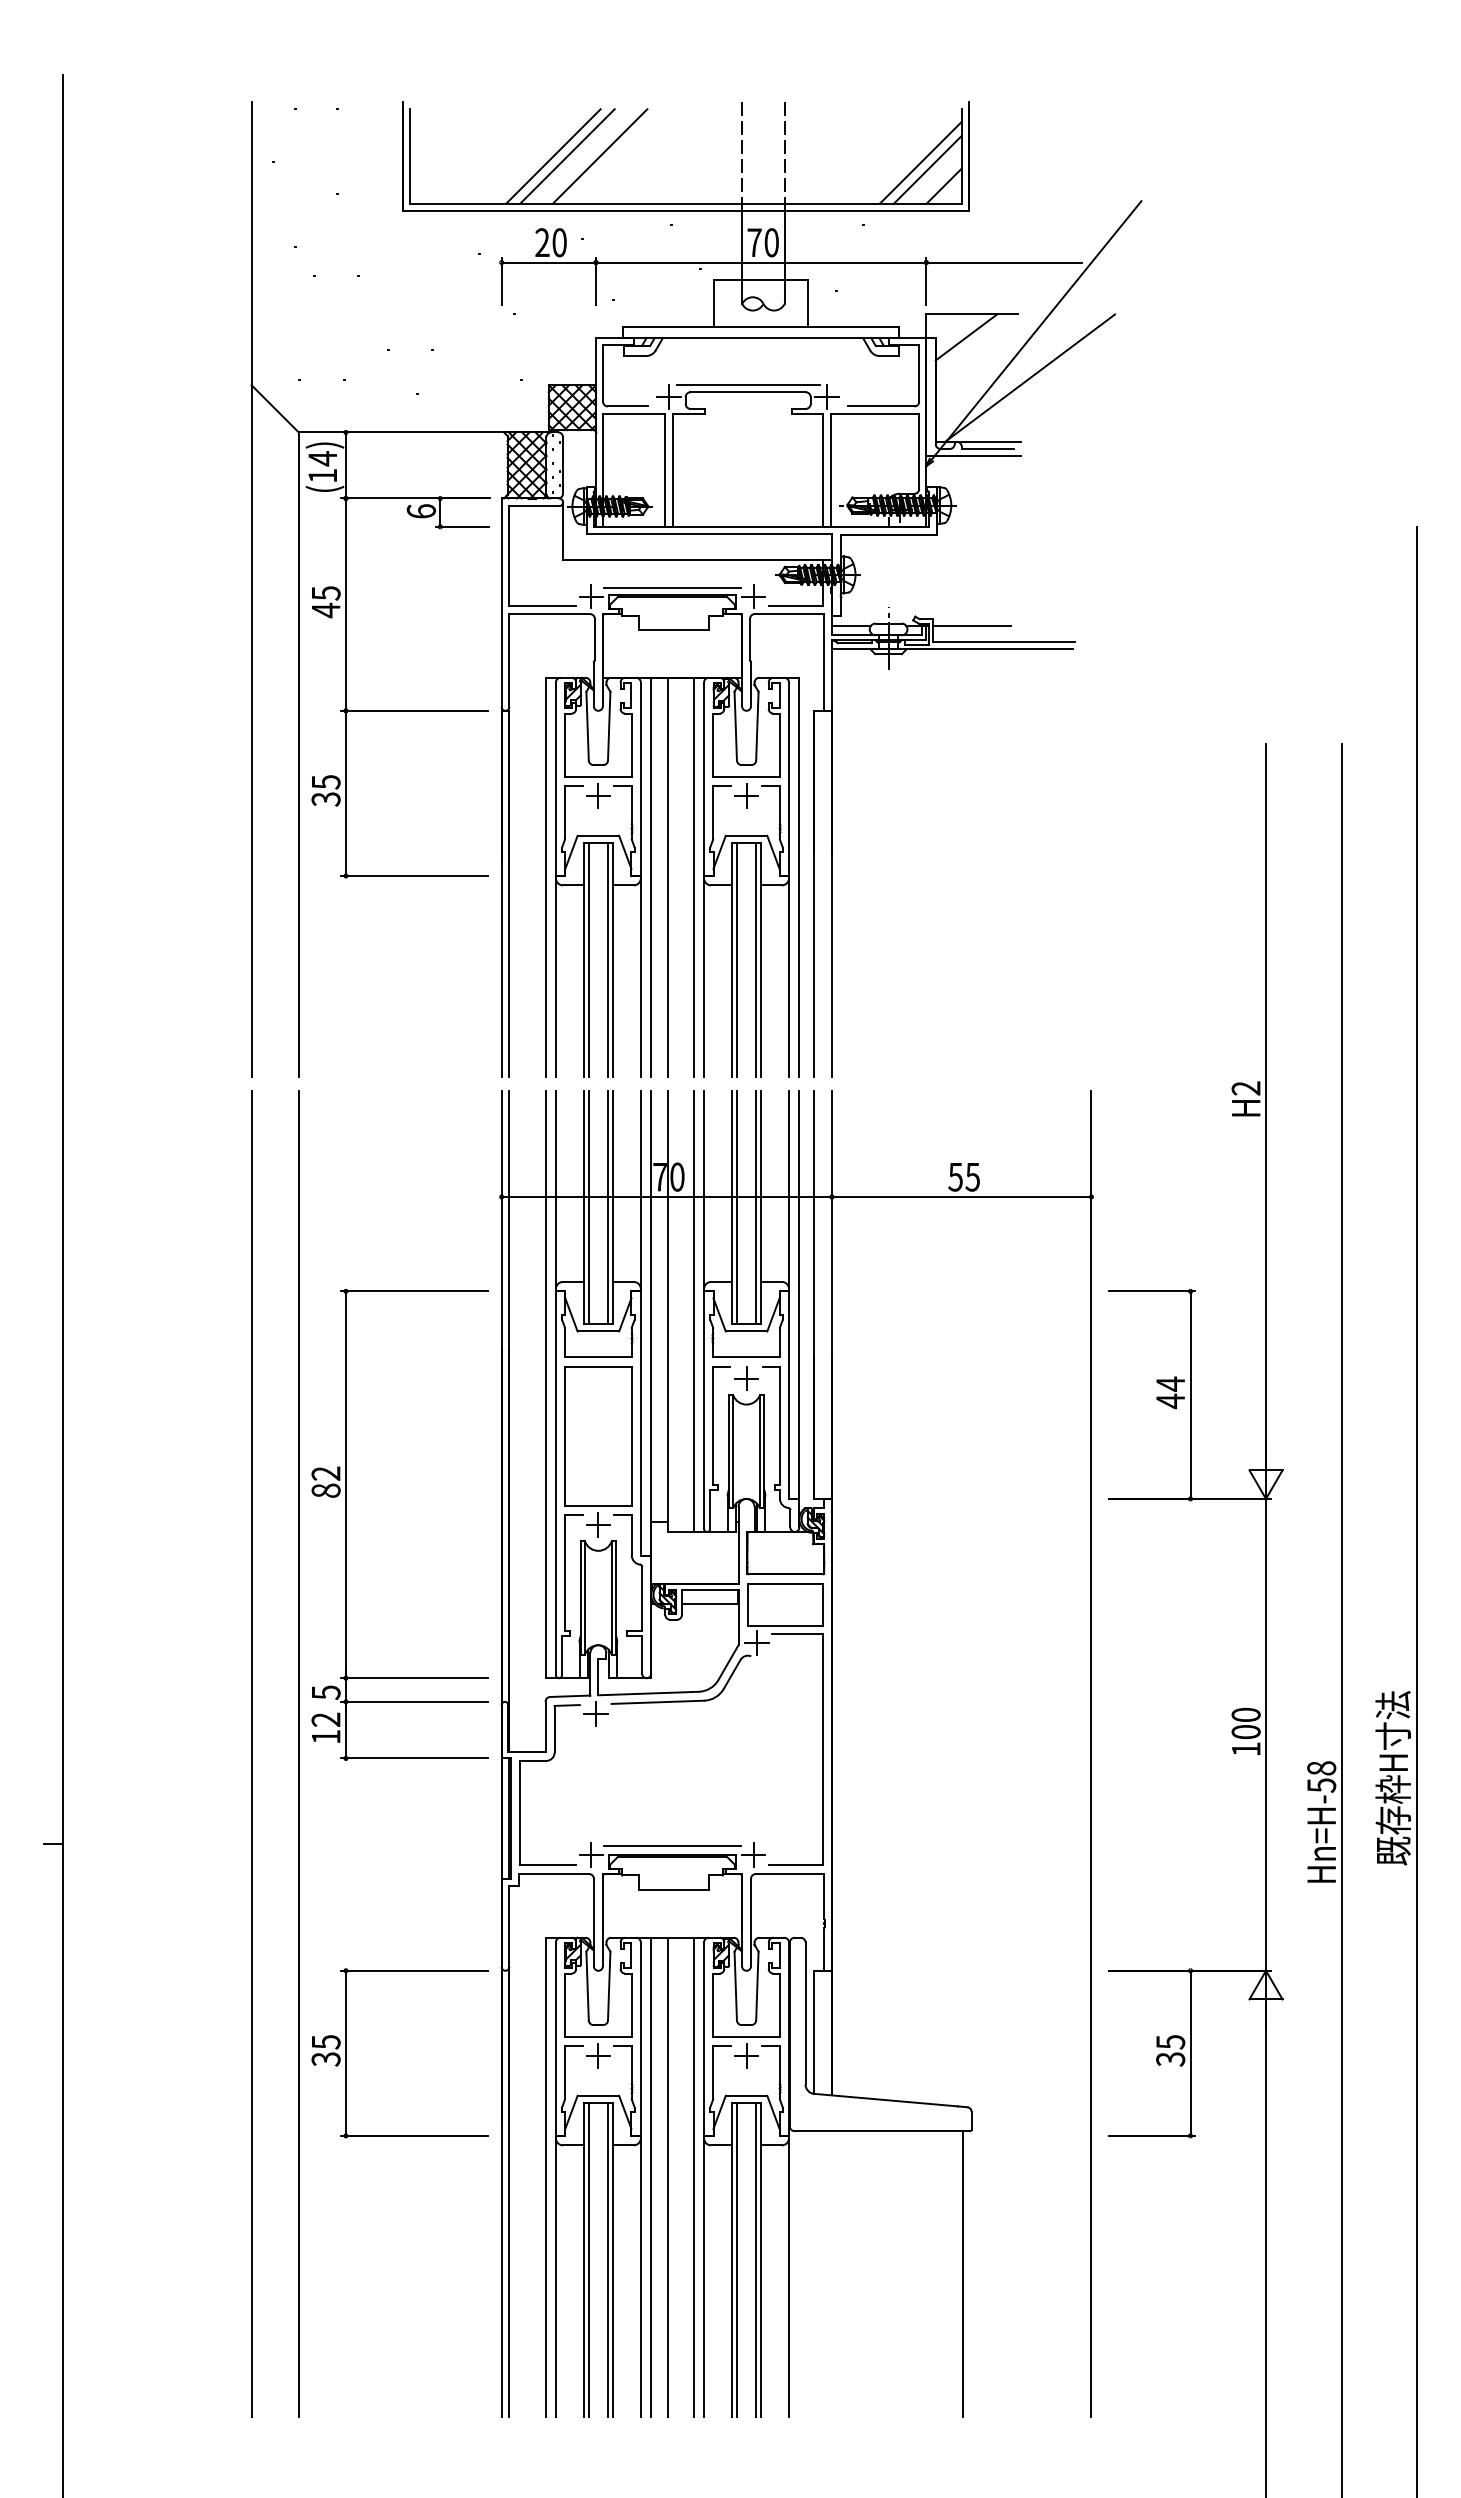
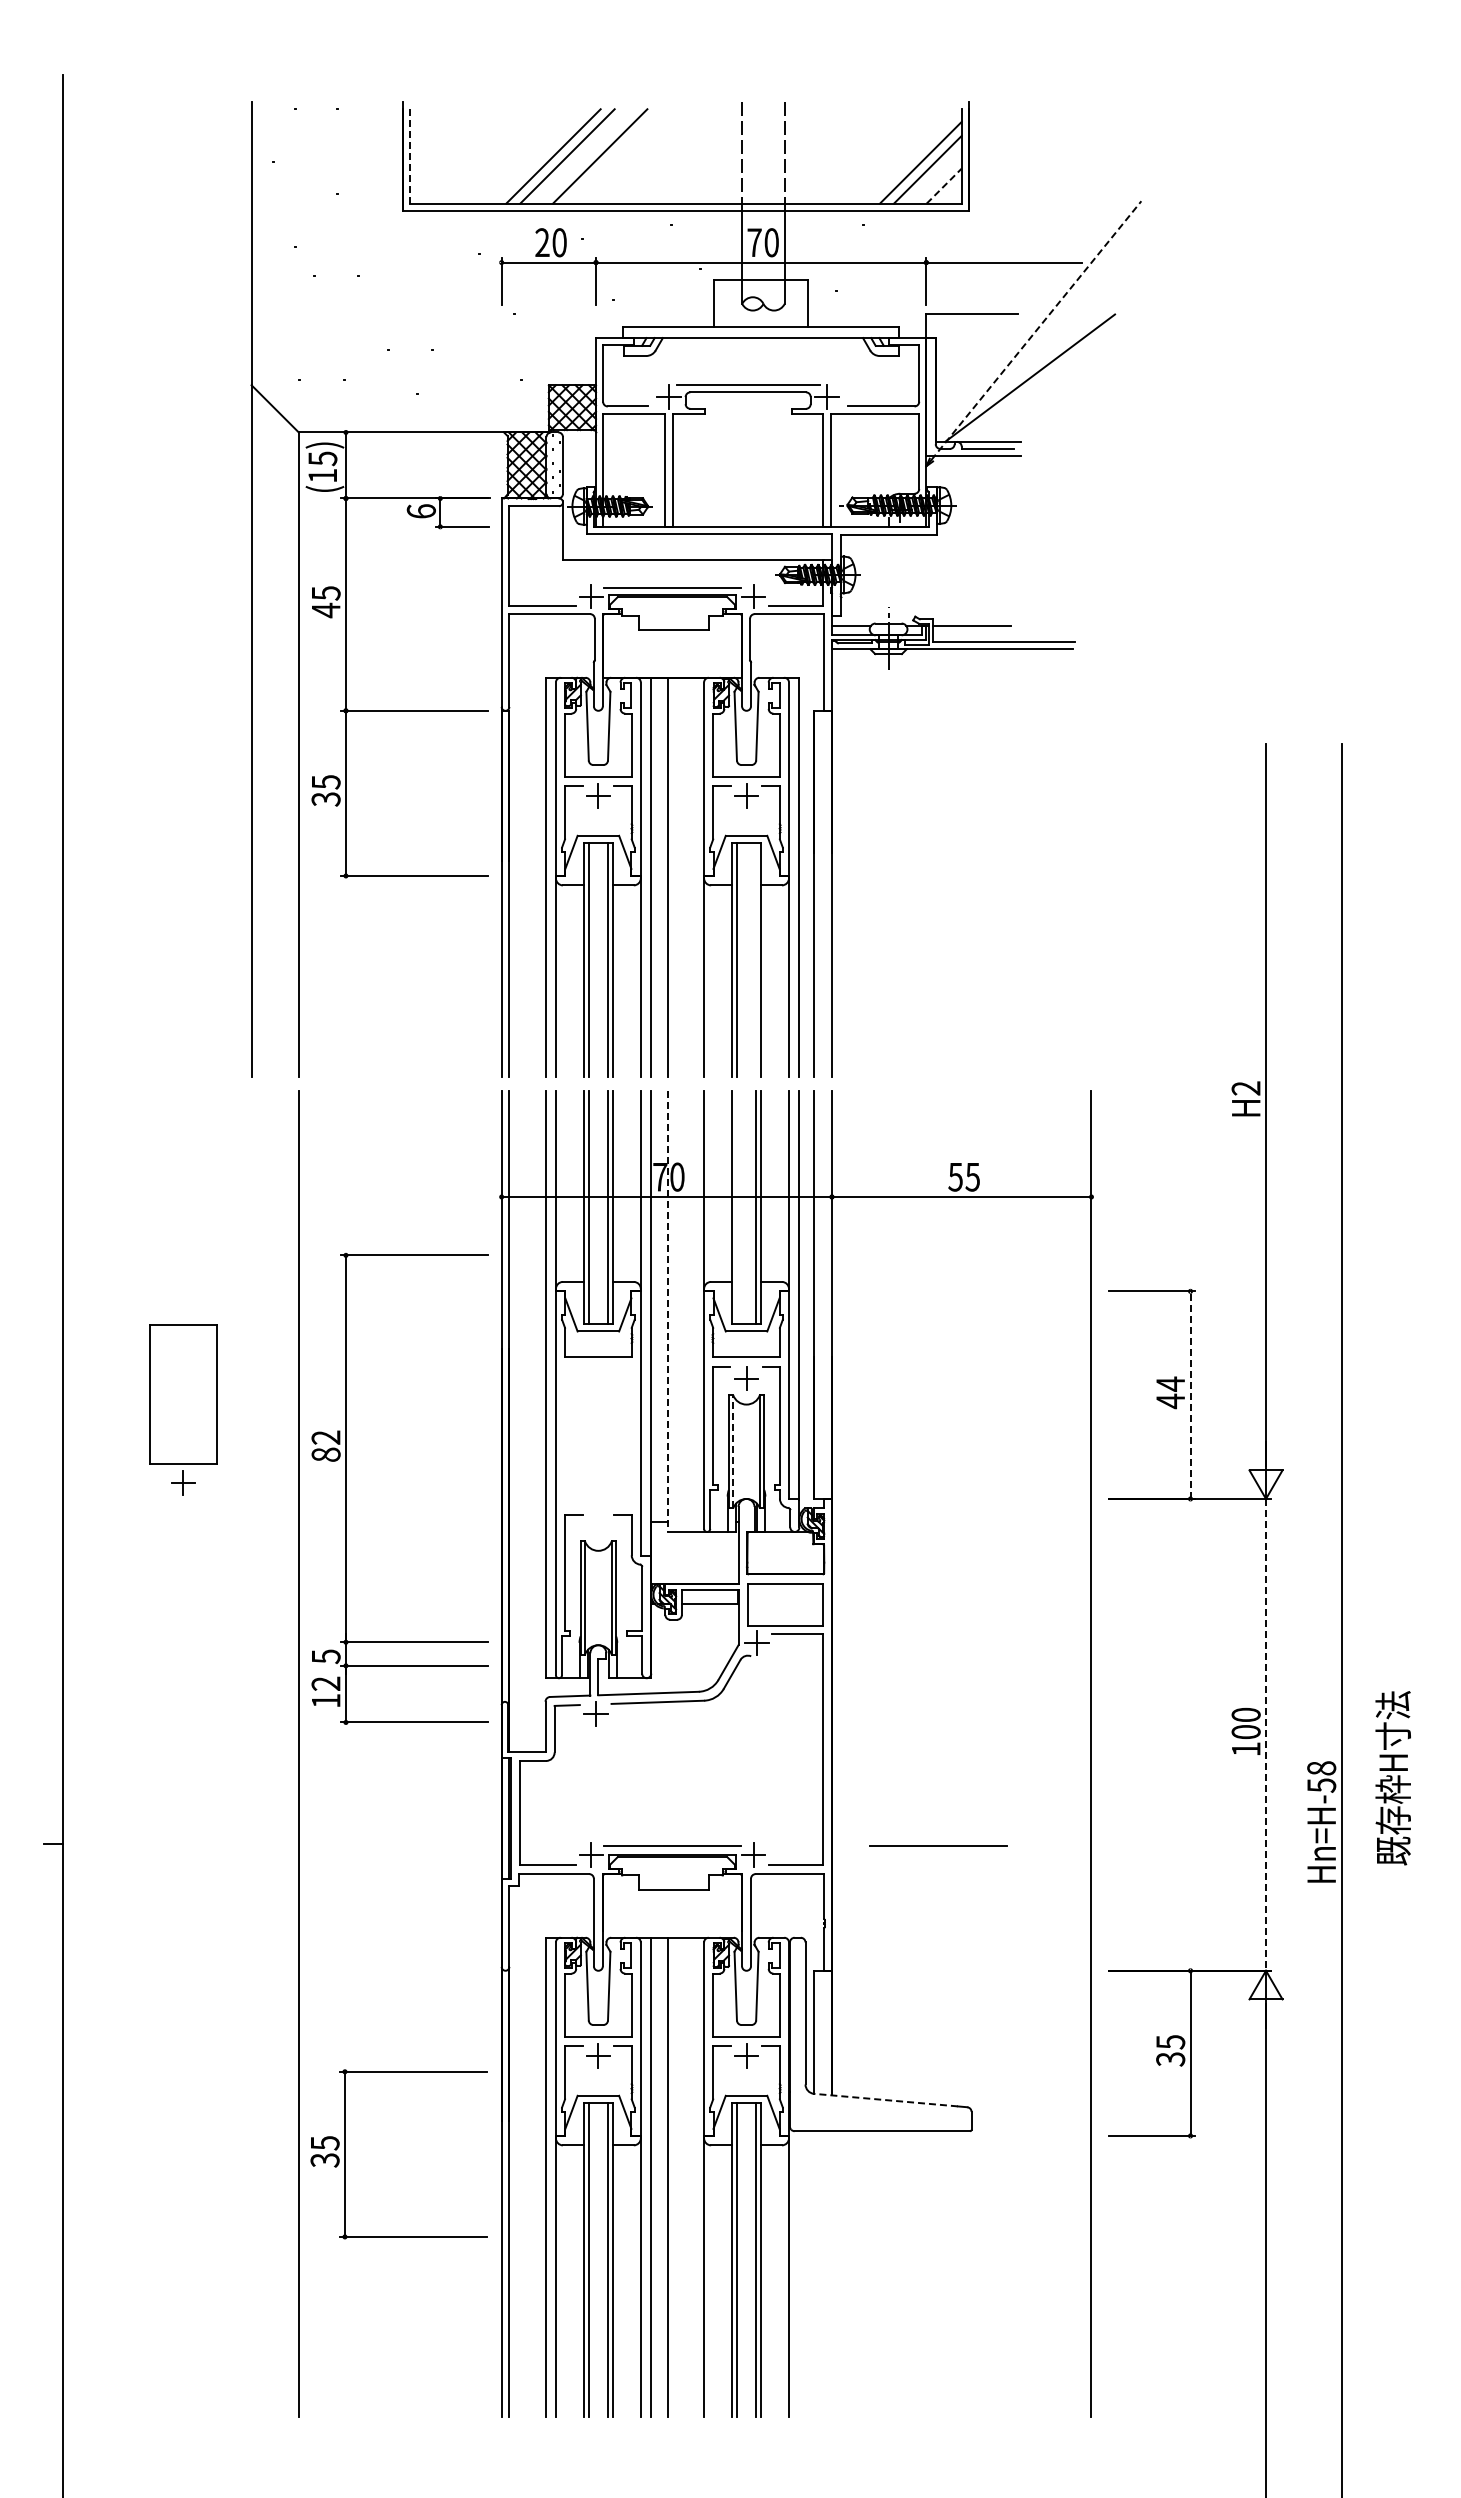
line at (409, 156): solid -> dashed
line at (944, 186): solid -> dashed
line at (1036, 330): solid -> dashed
line at (966, 337): present -> none
text at (322, 458): (14) -> (15)
line at (693, 876): present -> none
line at (755, 959): present -> none
line at (737, 1207): present -> none
line at (693, 1310): present -> none
line at (667, 1311): solid -> dashed
line at (1190, 1395): solid -> dashed
part at (598, 1451) position: (598, 1451) -> (183, 1409)
line at (733, 1451): solid -> dashed
line at (1417, 1510): present -> none
part at (346, 1524) position: (346, 1524) -> (346, 1488)
line at (1266, 1734): solid -> dashed
line at (251, 1753): present -> none
line at (938, 1845): none -> present
part at (346, 2053) position: (346, 2053) -> (345, 2154)
line at (885, 2100): solid -> dashed
line at (693, 2177): present -> none
line at (962, 2274): present -> none
